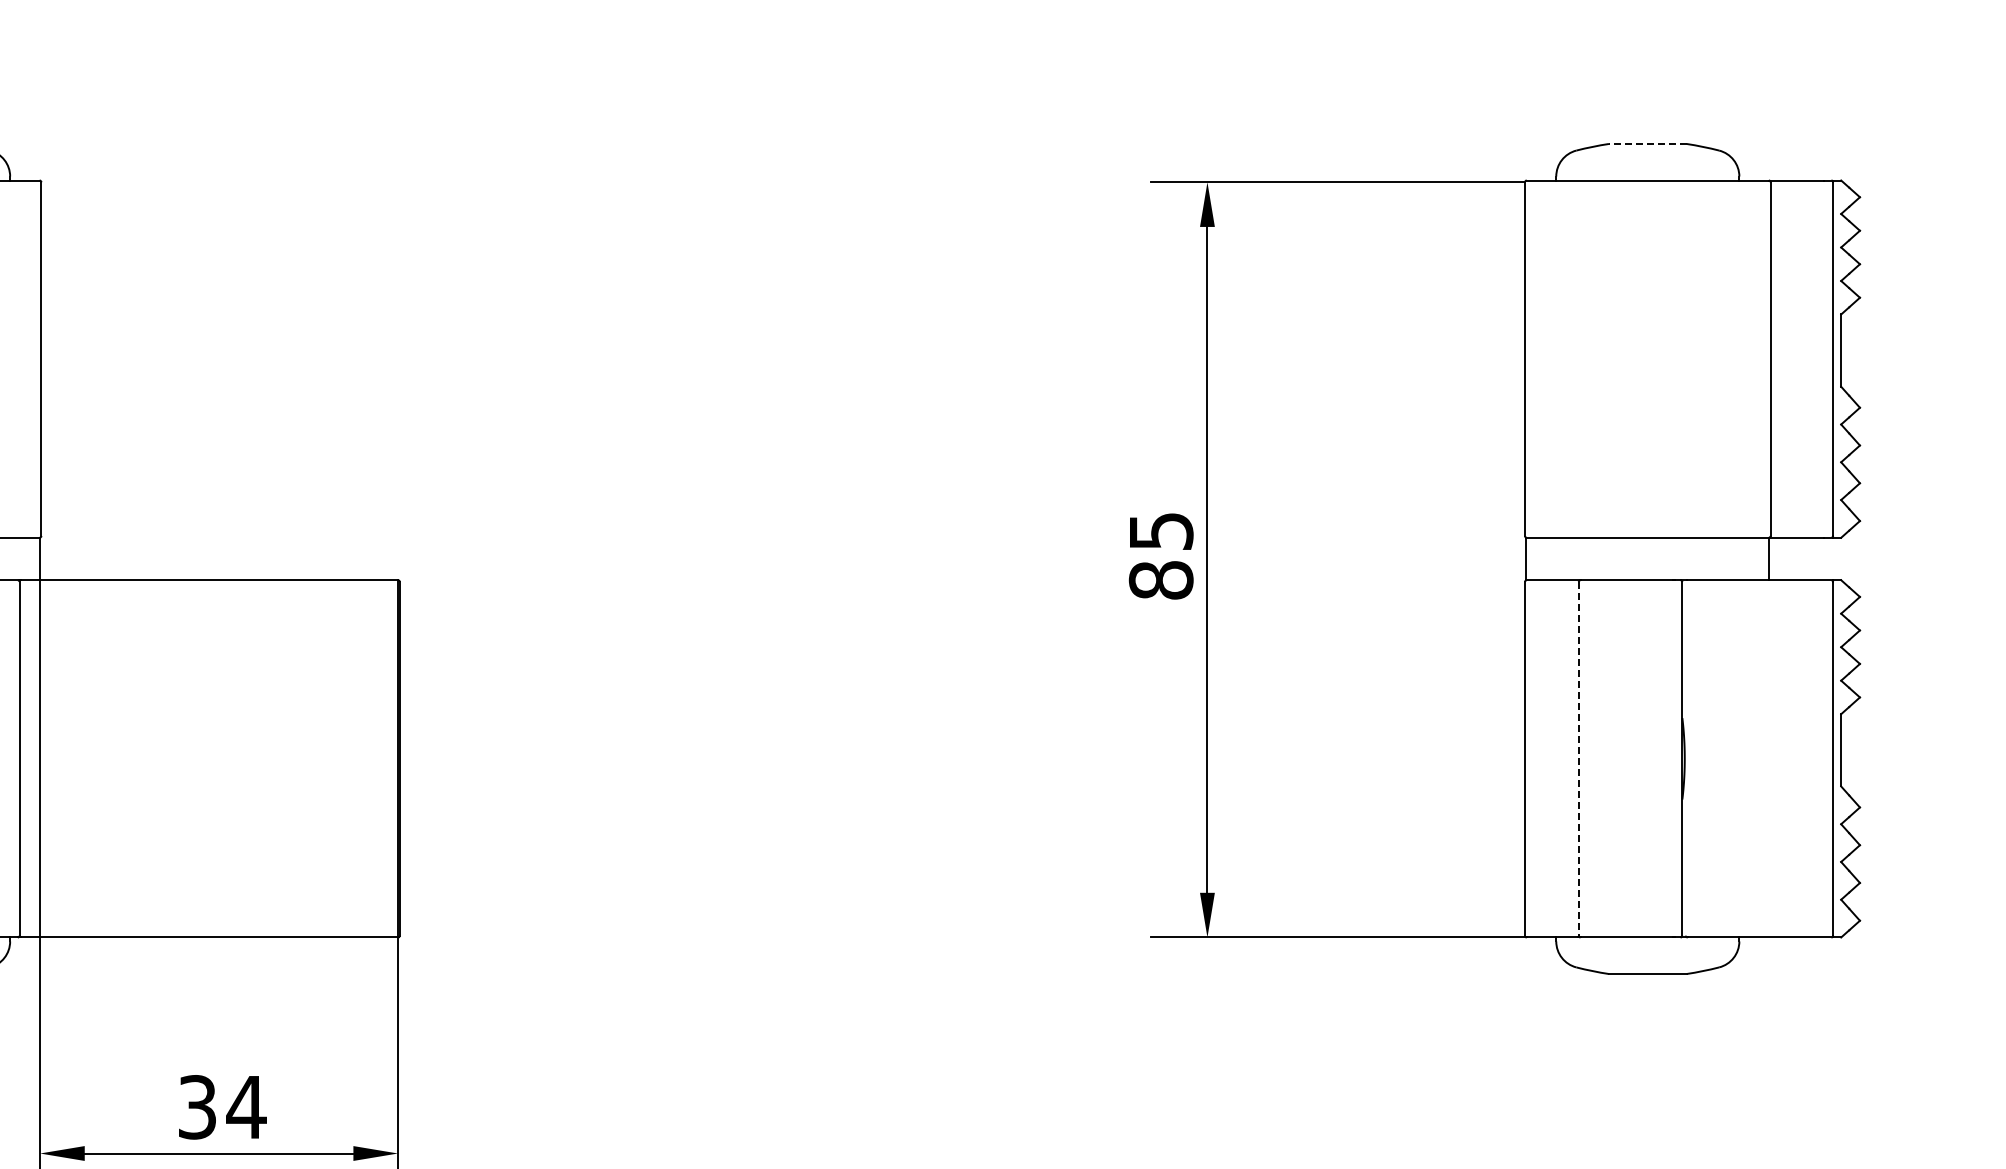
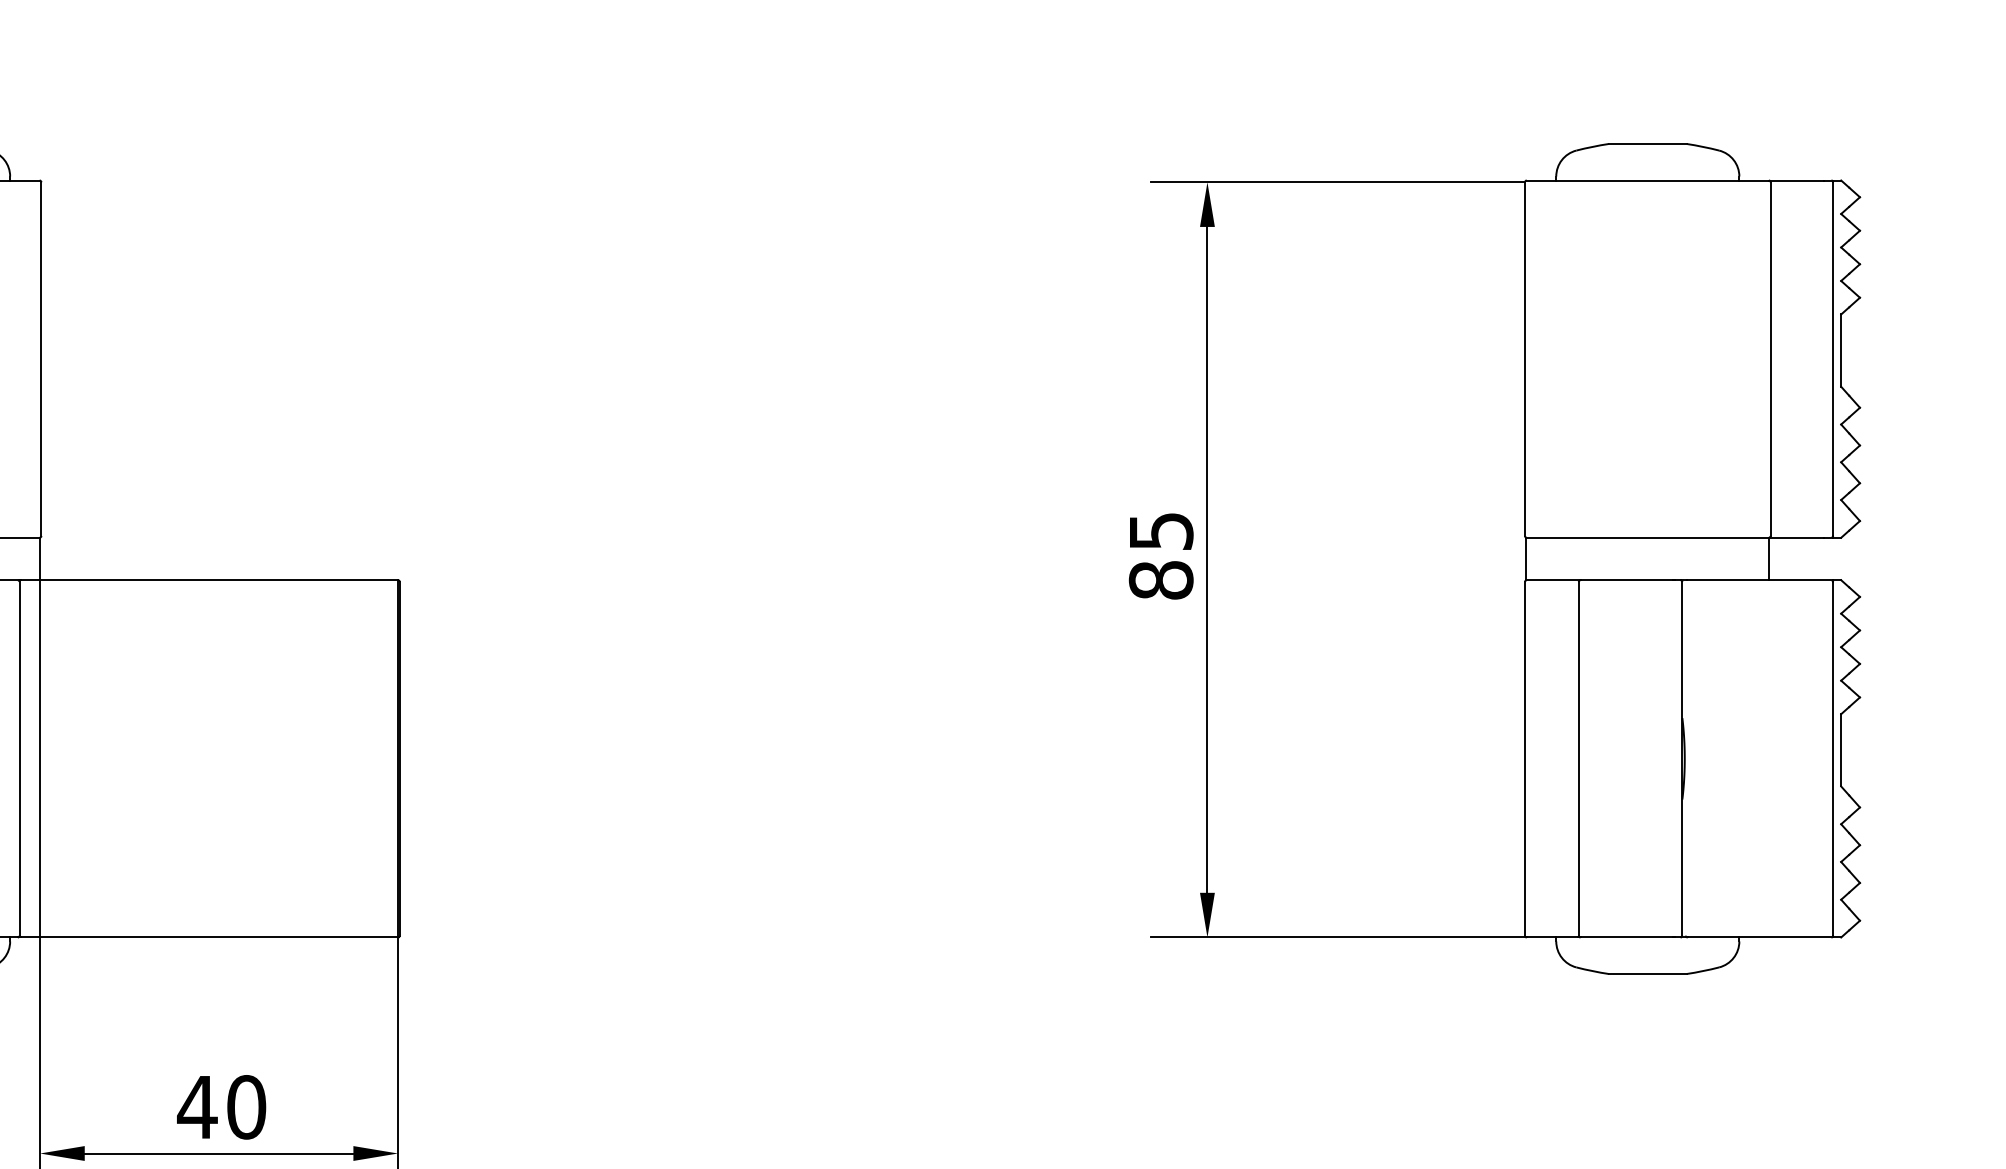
line at (1647, 143): dashed -> solid
line at (1578, 758): dashed -> solid
text at (221, 1107): 34 -> 40
